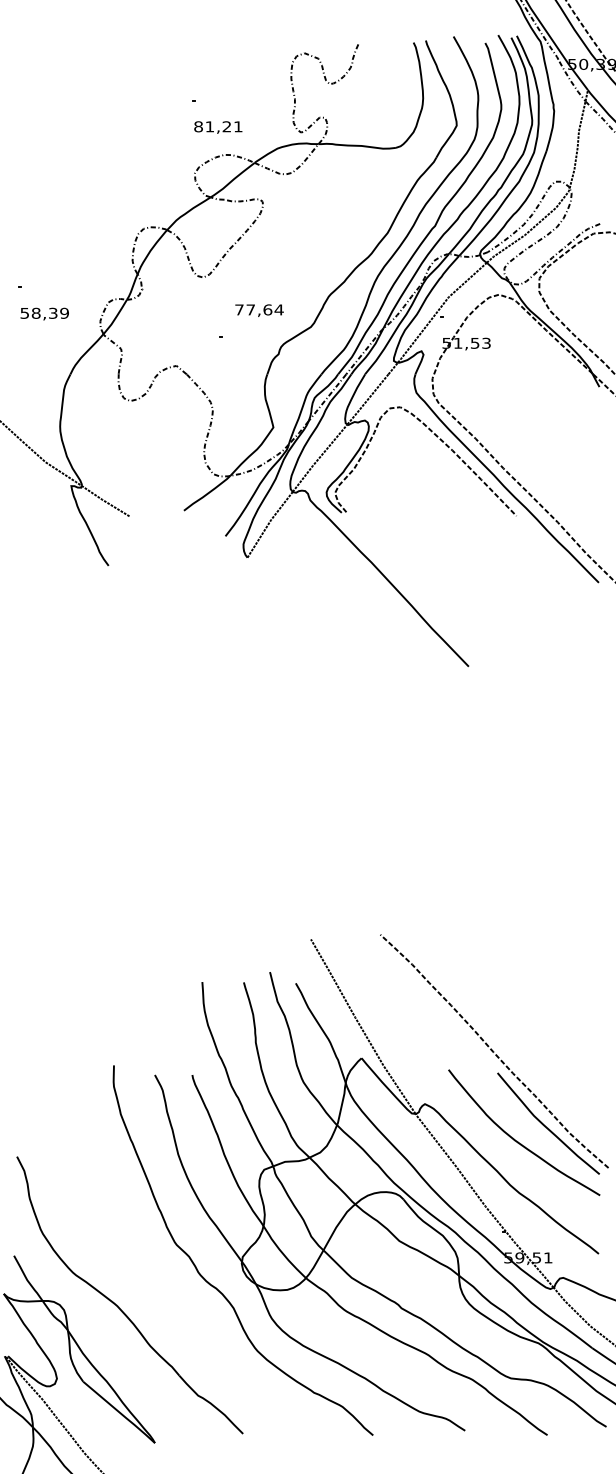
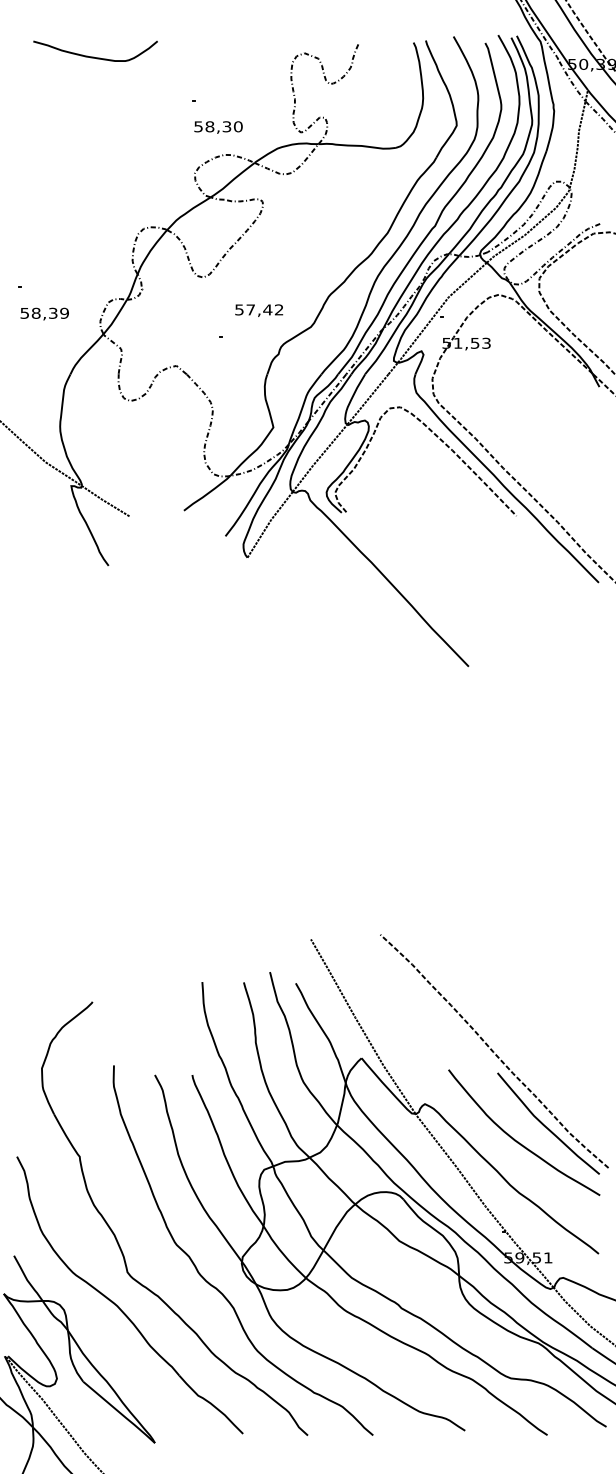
curve at (94, 56): none -> present
text at (218, 126): 81,21 -> 58,30
text at (259, 309): 77,64 -> 57,42
part at (119, 1243): none -> present
